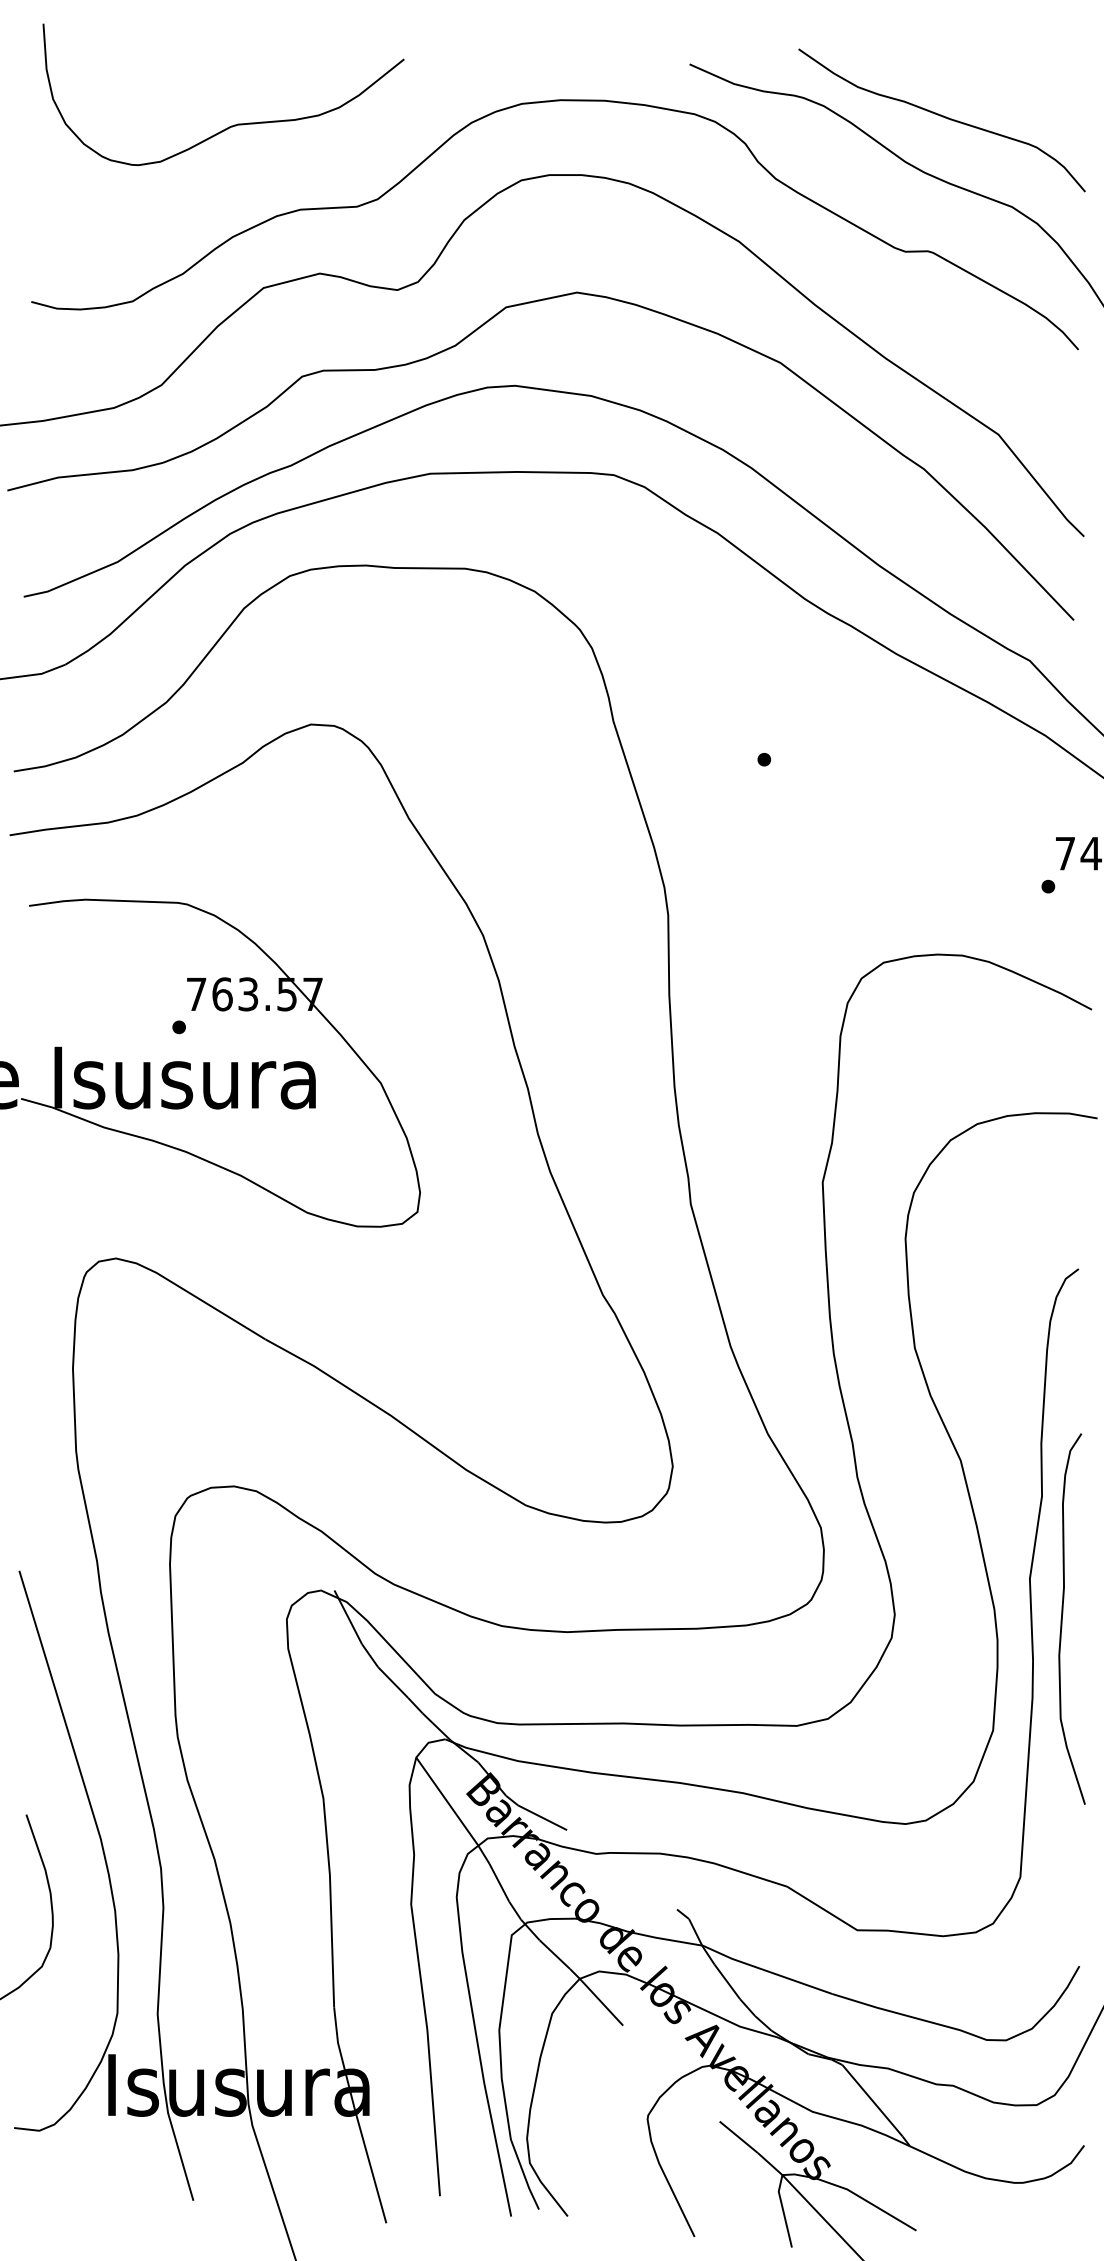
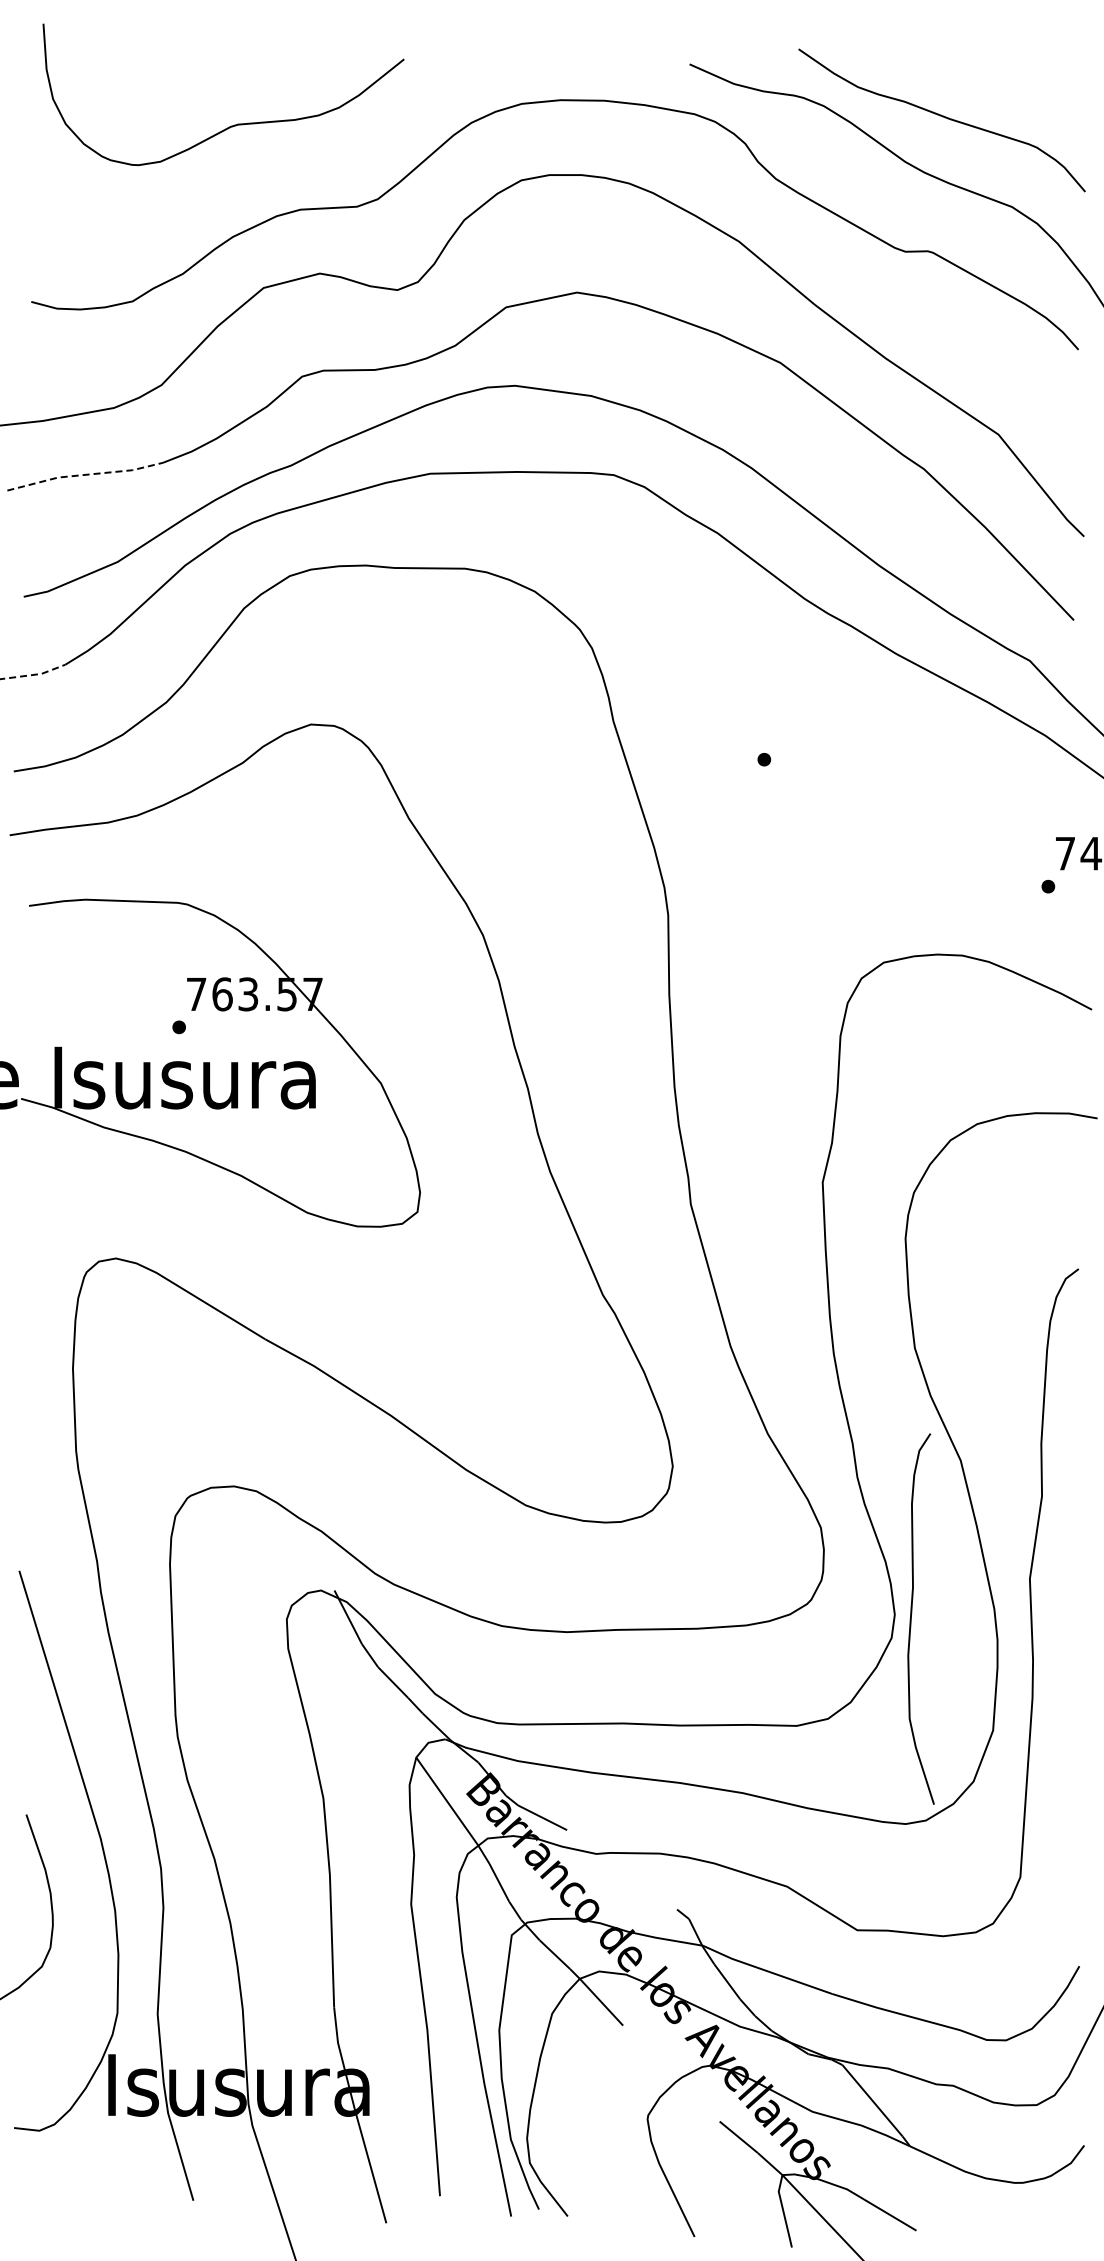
line at (84, 474): solid -> dashed
line at (34, 674): solid -> dashed
curve at (1062, 1618) position: (1062, 1618) -> (911, 1618)
